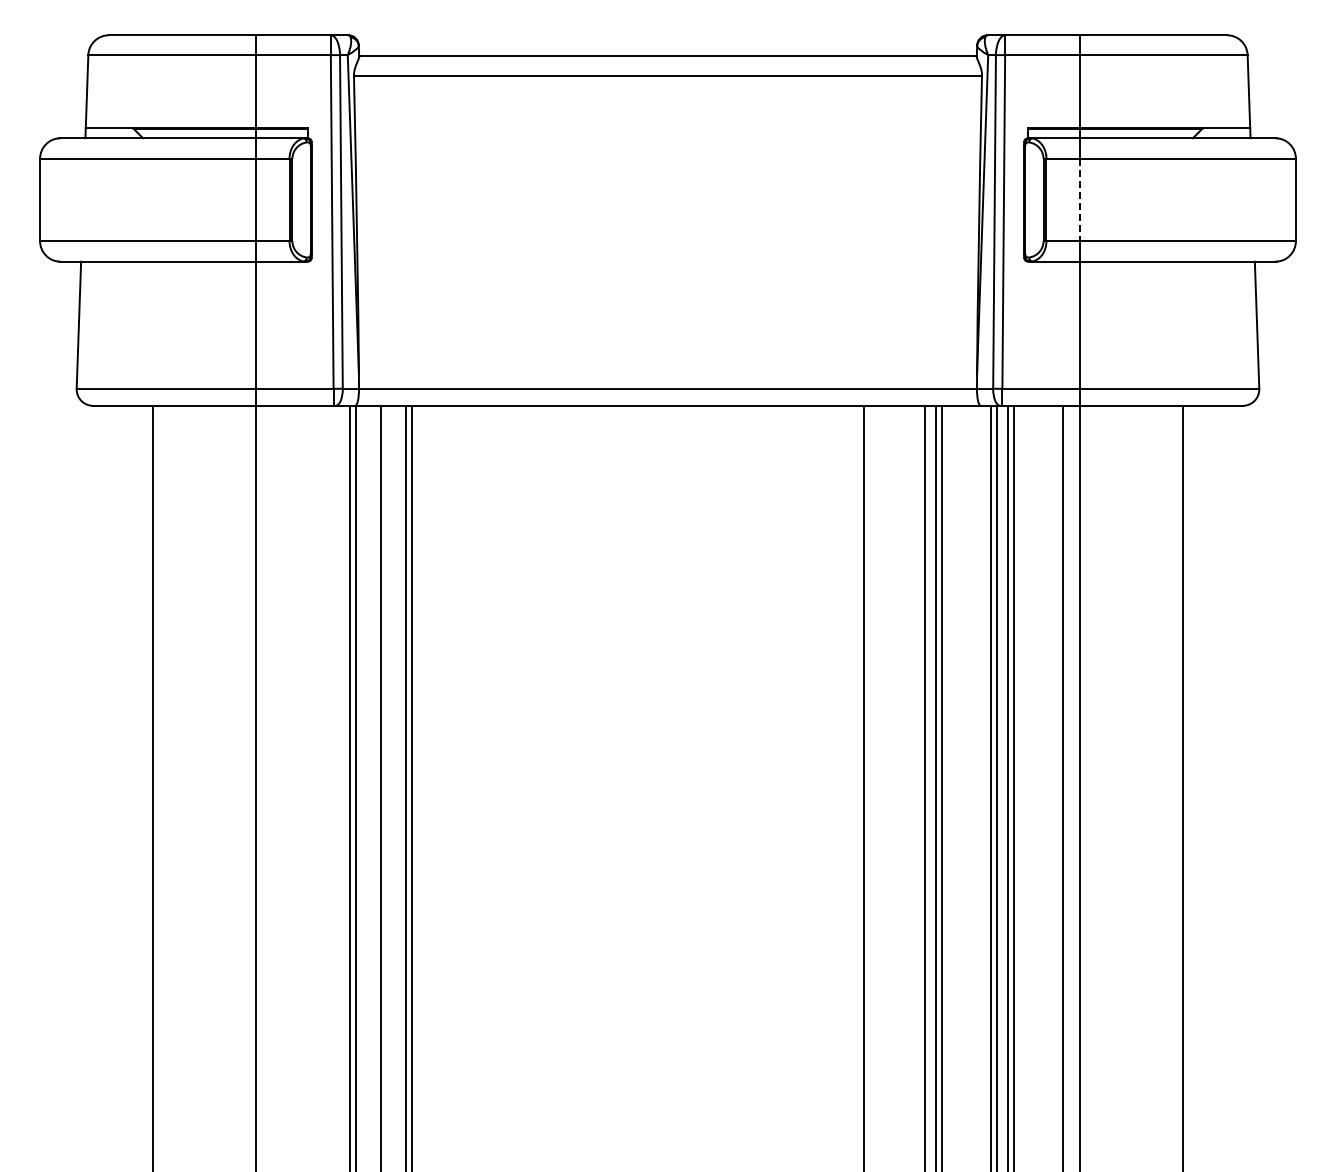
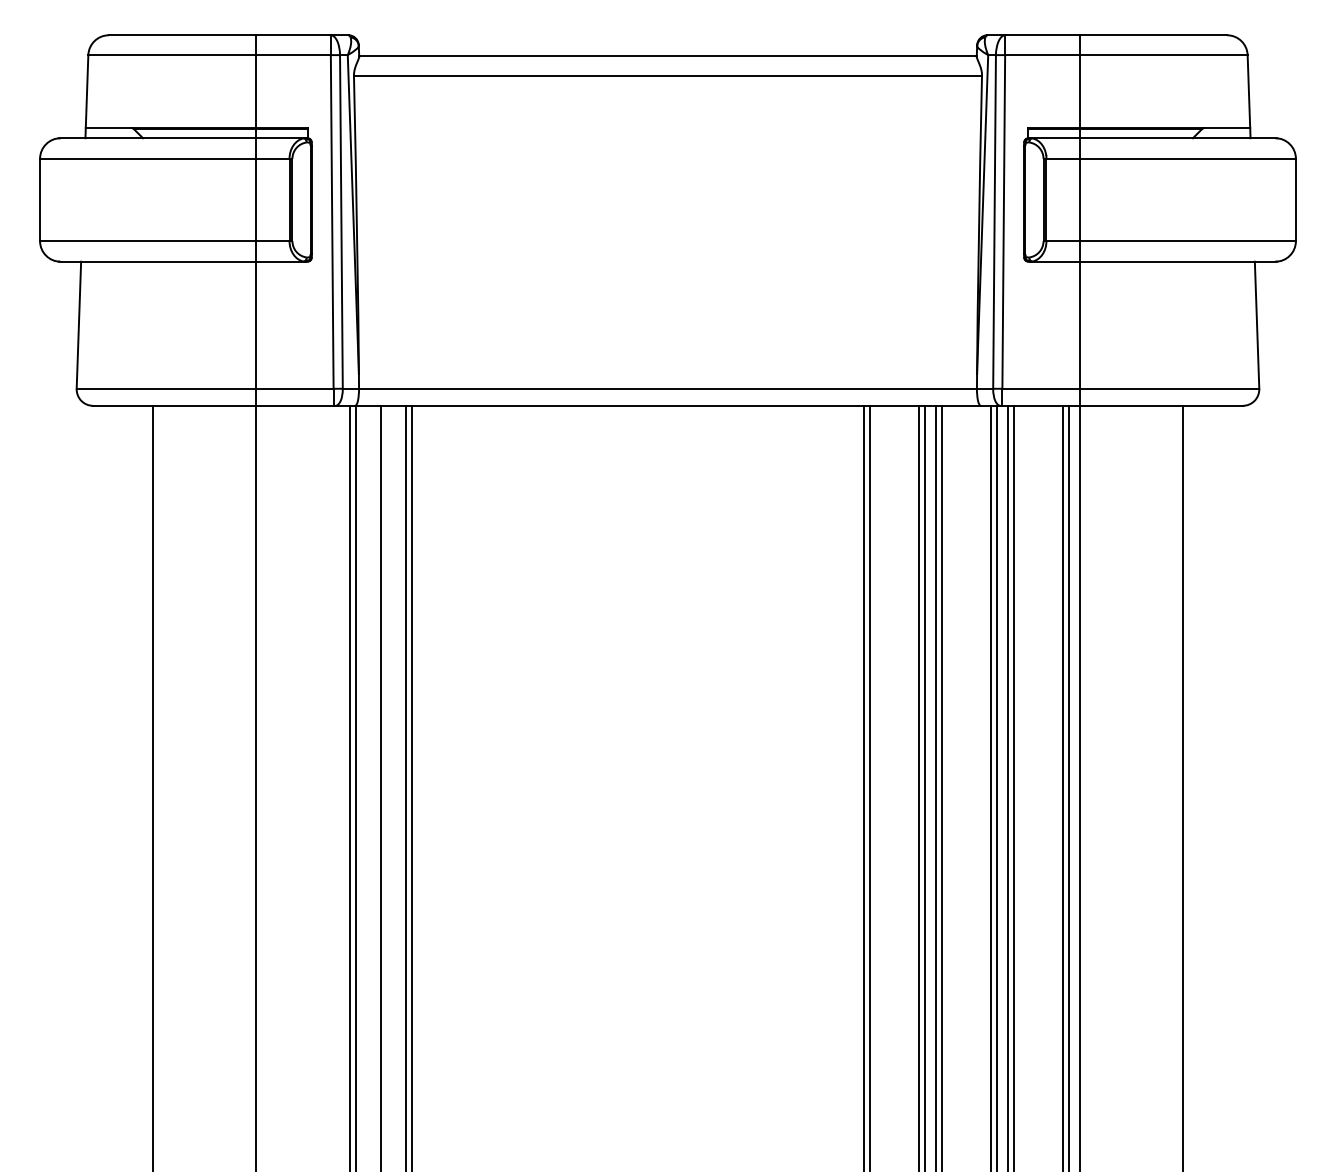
line at (1079, 200): dashed -> solid
line at (869, 786): none -> present
line at (919, 786): none -> present
line at (1069, 786): none -> present
